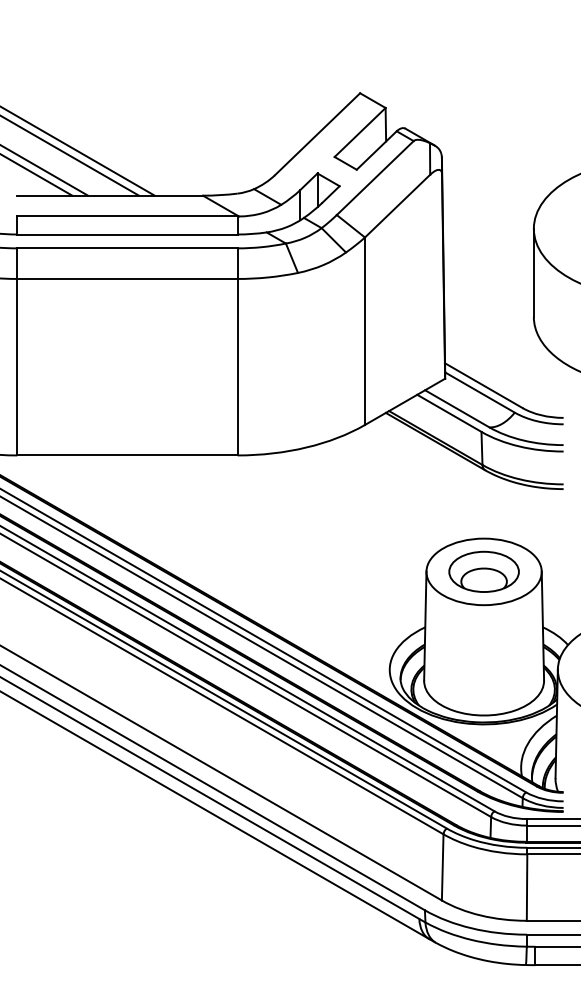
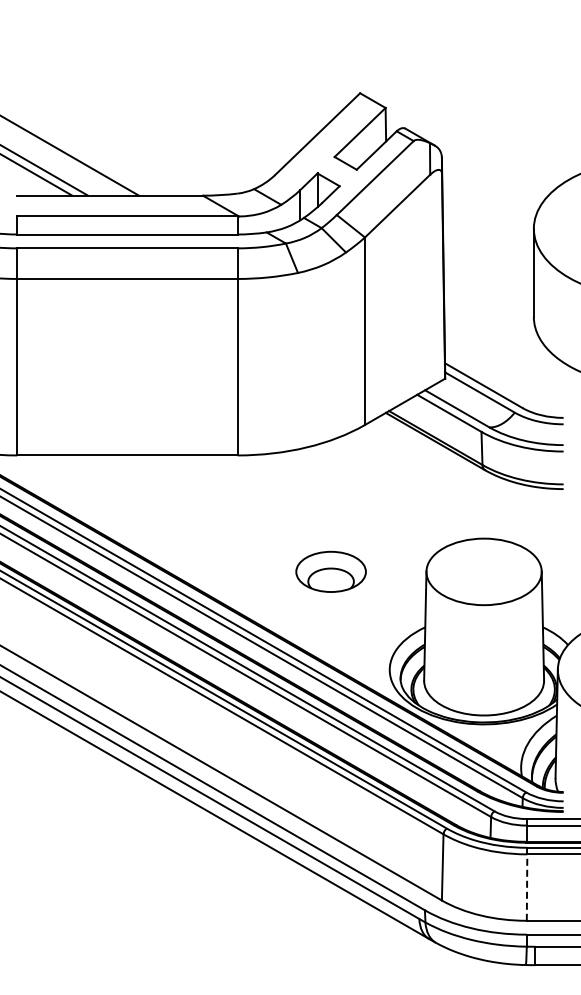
line at (78, 151): present -> none
part at (483, 571) position: (483, 571) -> (330, 571)
line at (527, 887): solid -> dashed
